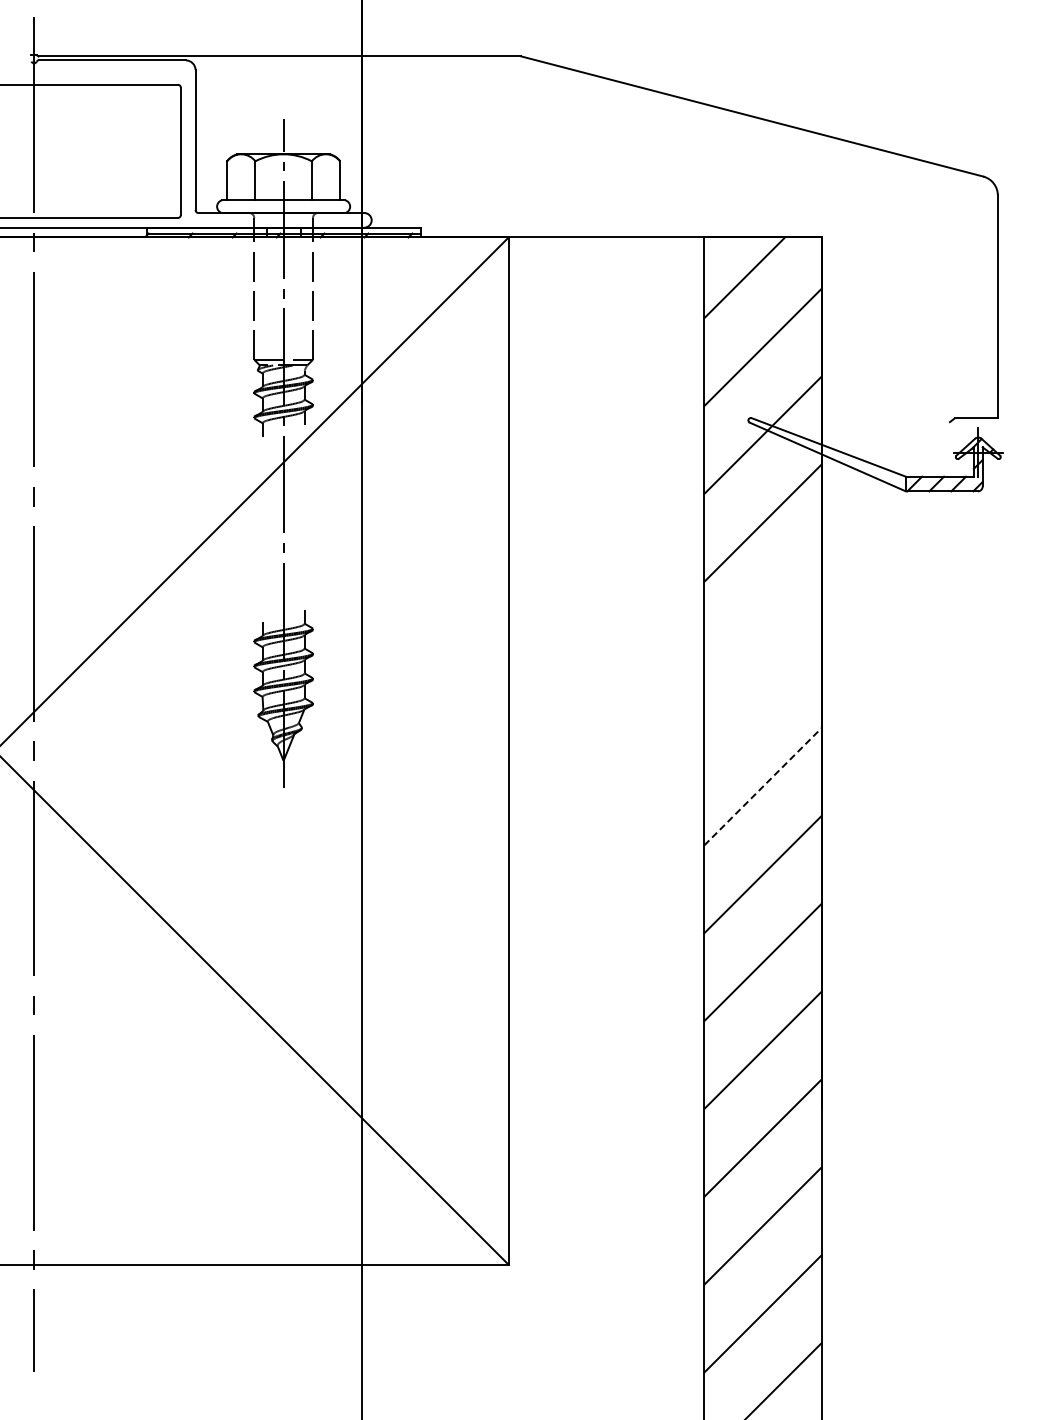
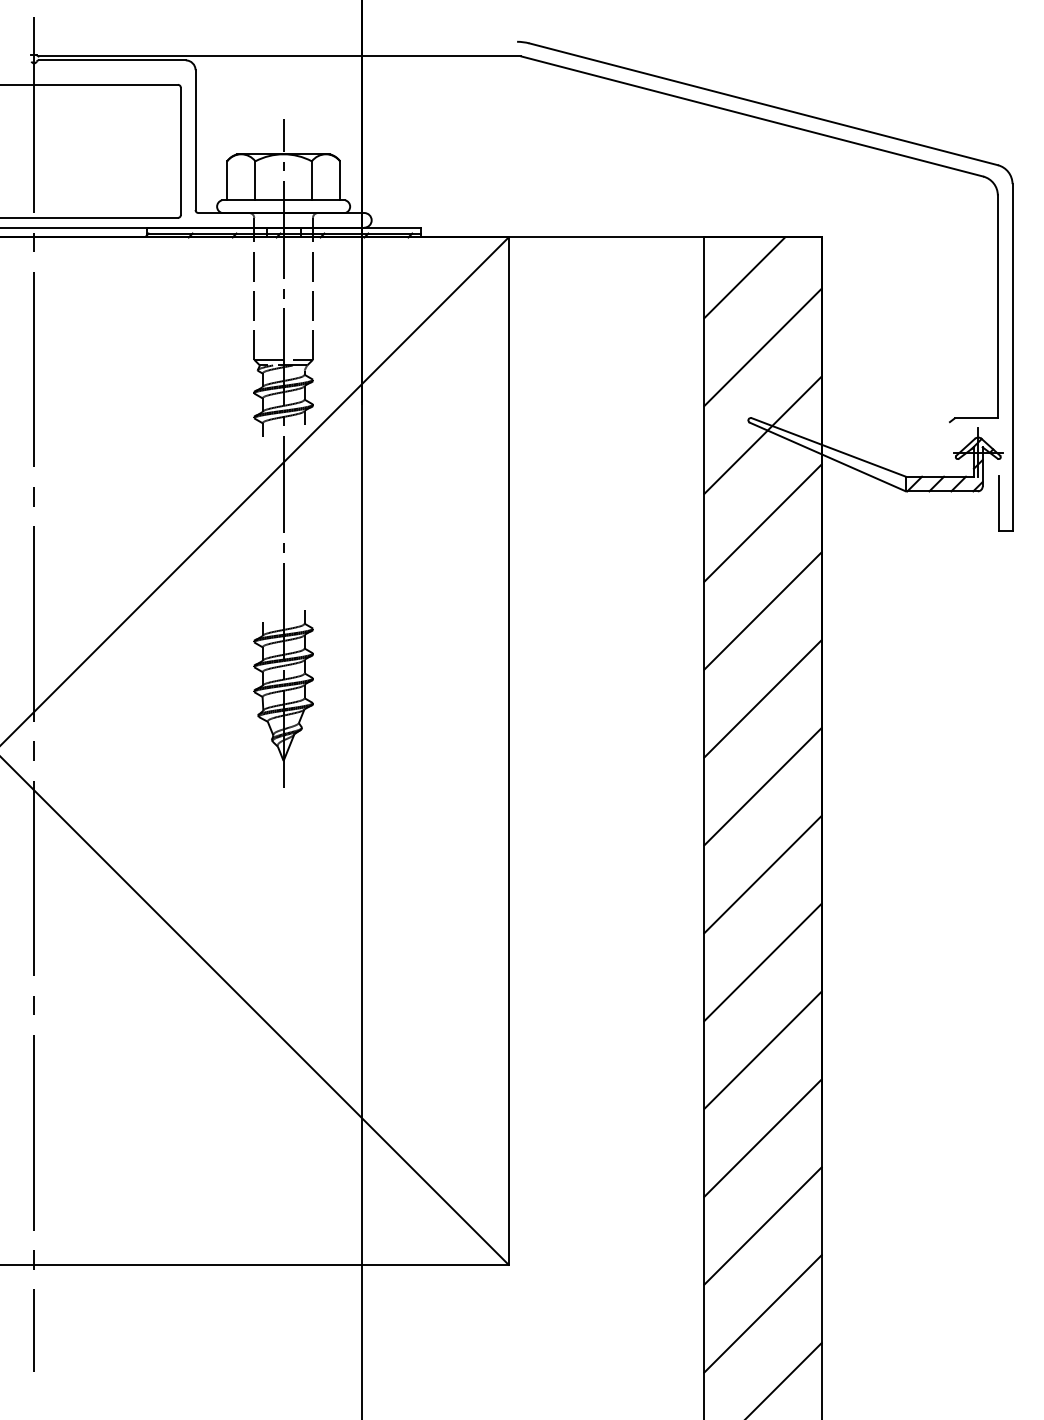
part at (809, 117): none -> present
line at (762, 610): none -> present
line at (762, 698): none -> present
line at (763, 786): dashed -> solid
